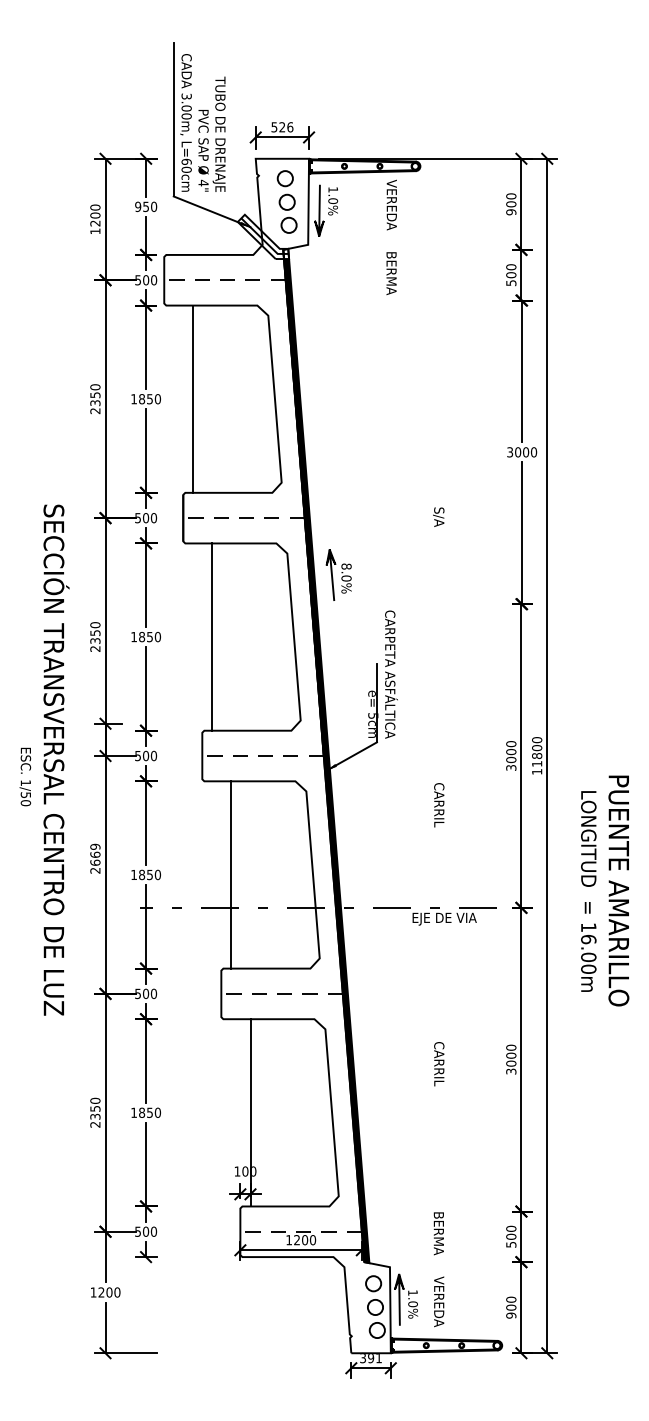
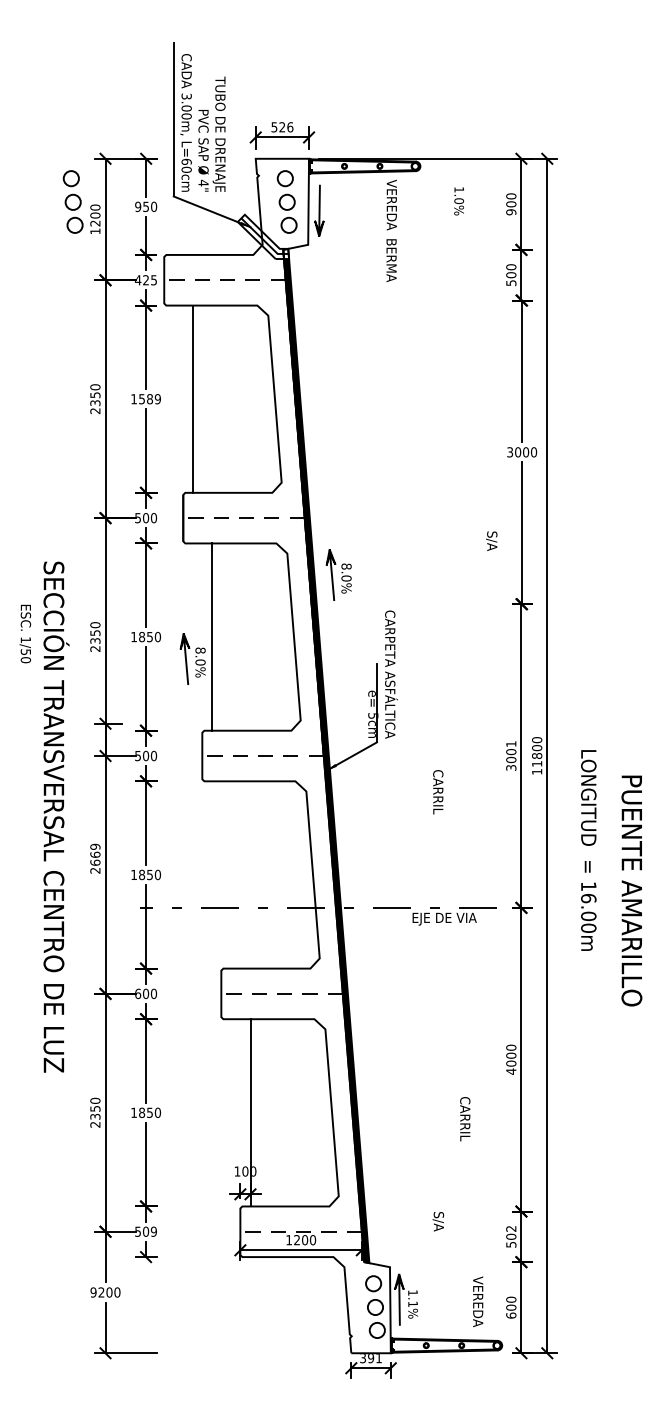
part at (72, 201): none -> present
text at (333, 201) position: (333, 201) -> (459, 201)
text at (391, 273) position: (391, 273) -> (391, 260)
text at (145, 280): 500 -> 425
text at (149, 399): 1850 -> 1589
text at (438, 516) position: (438, 516) -> (491, 540)
part at (192, 658): none -> present
text at (511, 744): 3000 -> 3001
text at (56, 759) position: (56, 759) -> (56, 816)
text at (25, 776) position: (25, 776) -> (25, 633)
text at (439, 805) position: (439, 805) -> (438, 792)
line at (231, 874): present -> none
text at (618, 890) position: (618, 890) -> (631, 890)
text at (588, 891) position: (588, 891) -> (588, 850)
text at (138, 993): 500 -> 600
text at (439, 1064) position: (439, 1064) -> (465, 1119)
text at (511, 1071): 3000 -> 4000
text at (511, 1228): 500 -> 502
text at (153, 1231): 500 -> 509
text at (438, 1233): BERMA -> S/A
text at (93, 1292): 1200 -> 9200
text at (439, 1301) position: (439, 1301) -> (478, 1301)
text at (412, 1304): 1.0%%% -> 1.1%%%
text at (511, 1315): 900 -> 600
